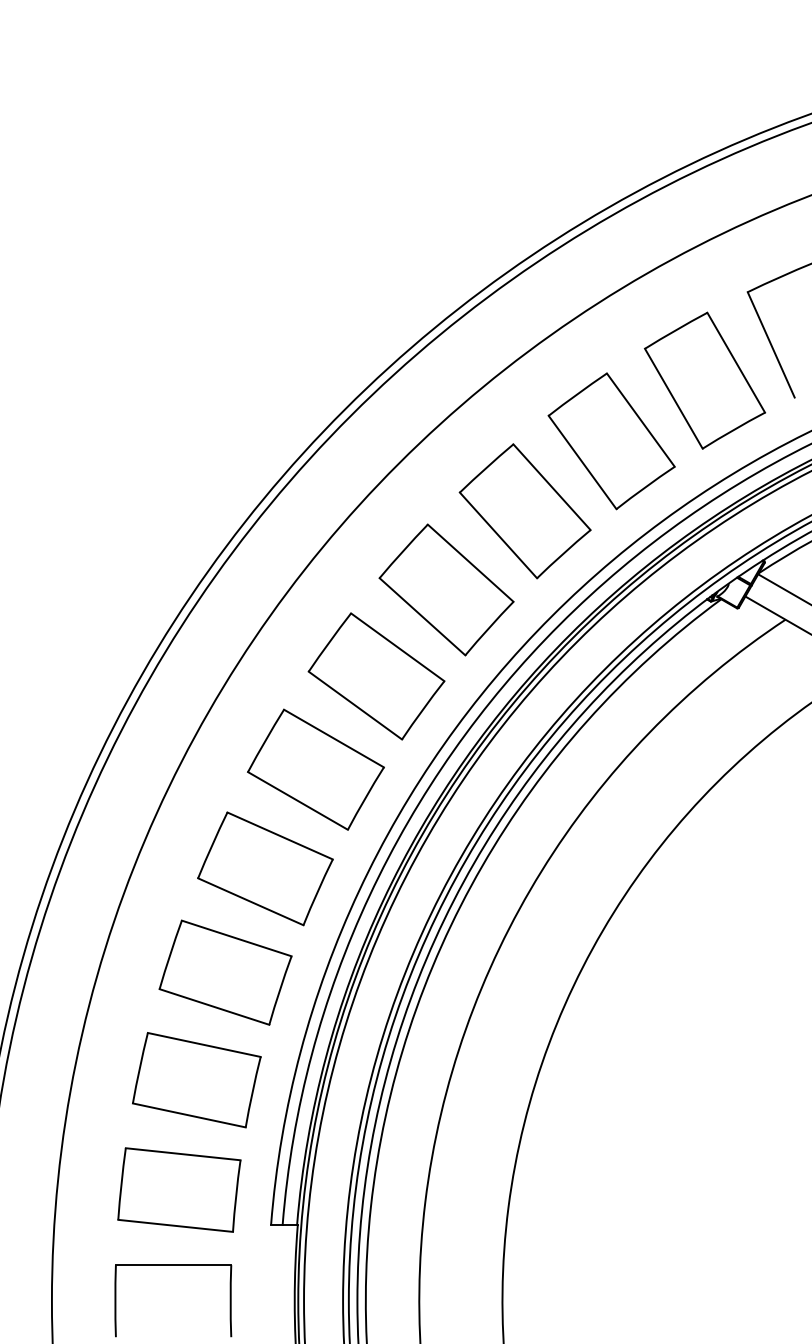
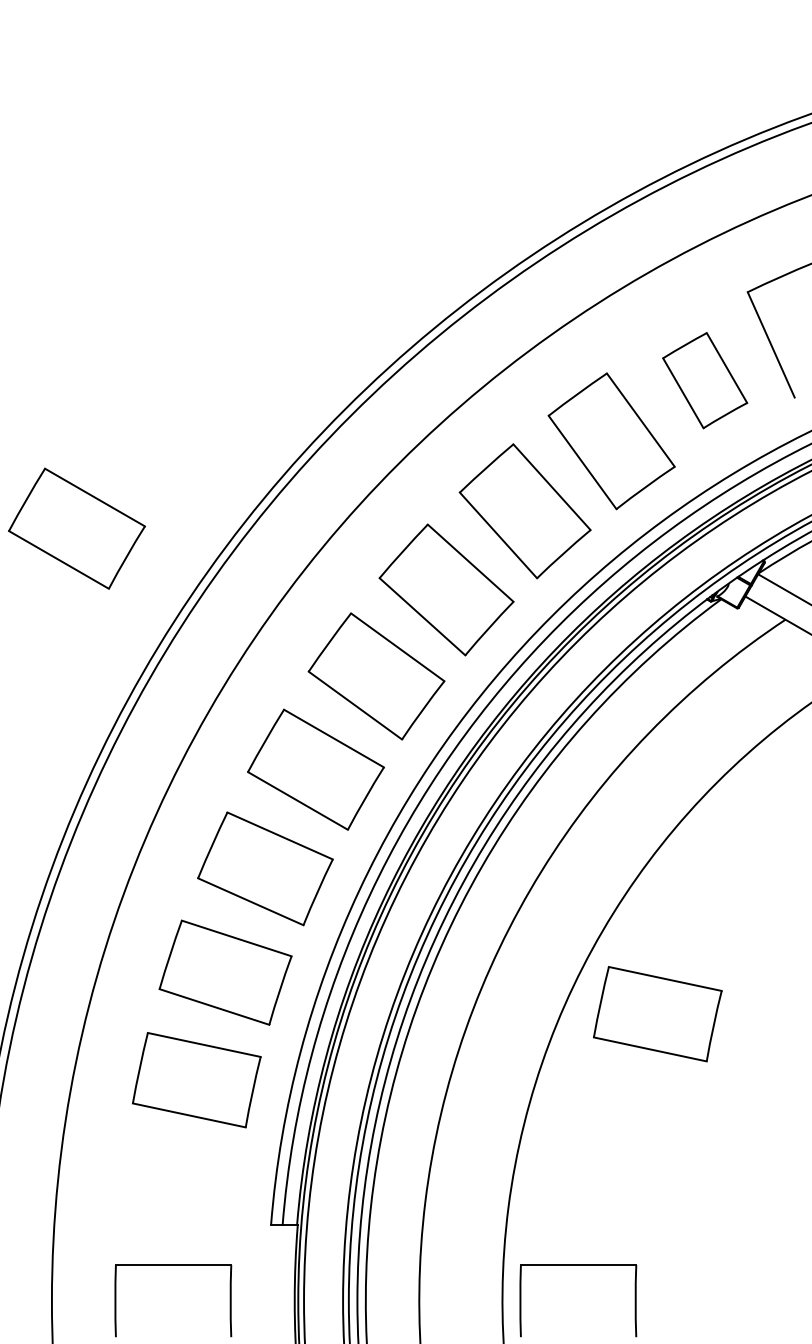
part at (705, 380) size: 123x139 px -> 87x98 px
part at (76, 528): none -> present
part at (657, 1014): none -> present
part at (179, 1189): present -> none
part at (578, 1265): none -> present
